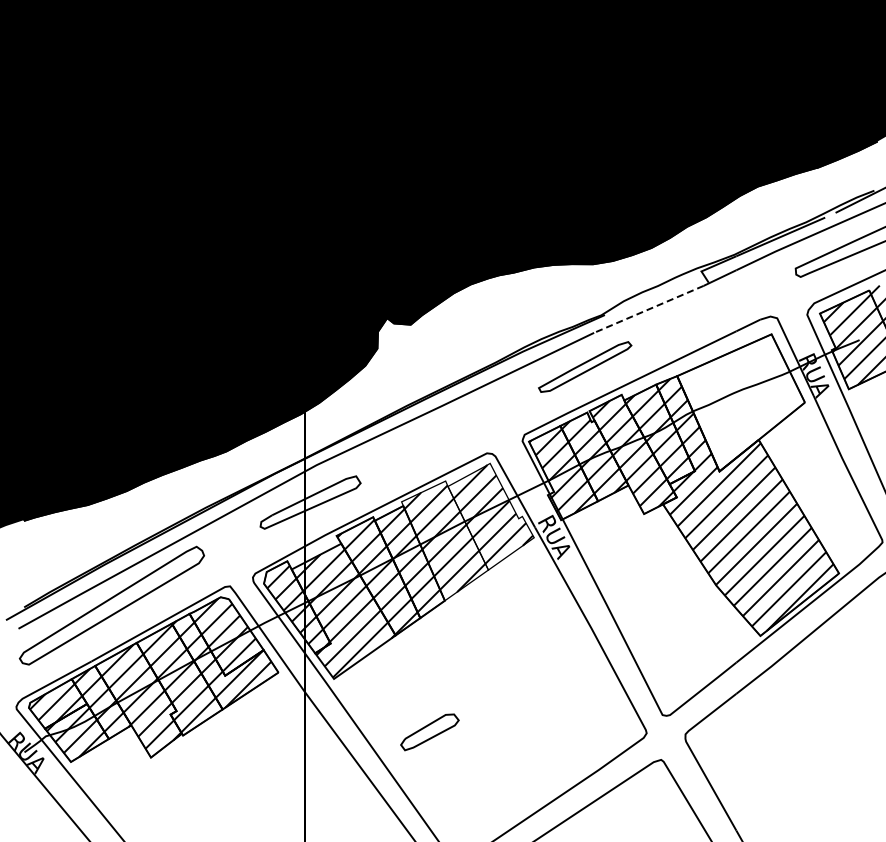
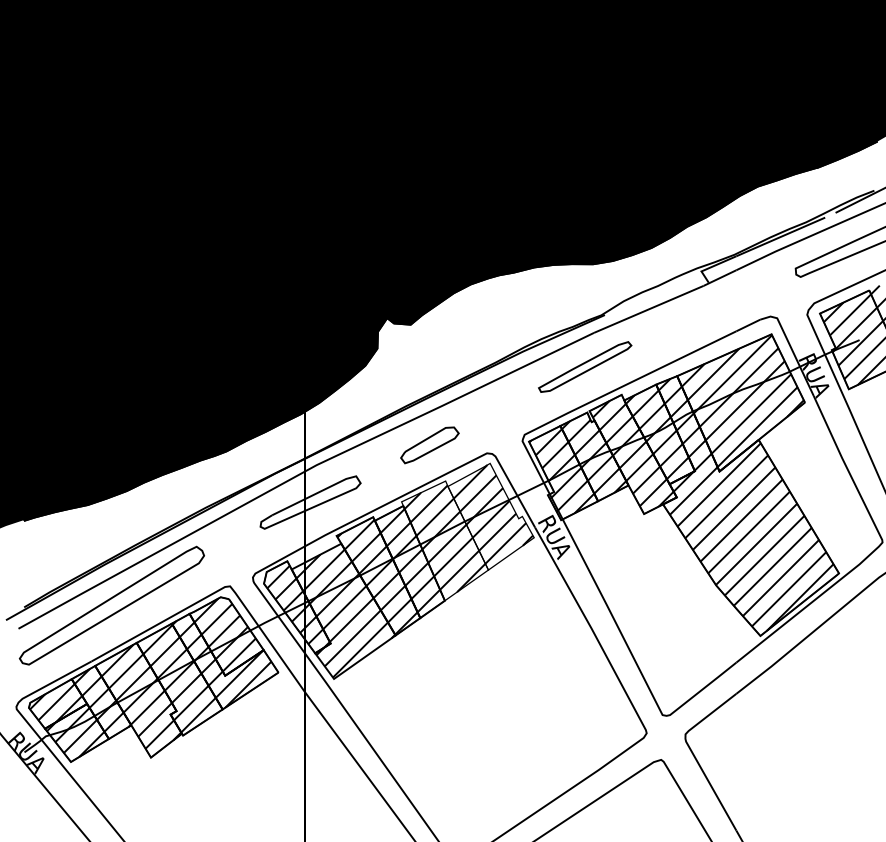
line at (648, 309): dashed -> solid
hatch at (742, 401): none -> present
part at (429, 732) position: (429, 732) -> (429, 445)
